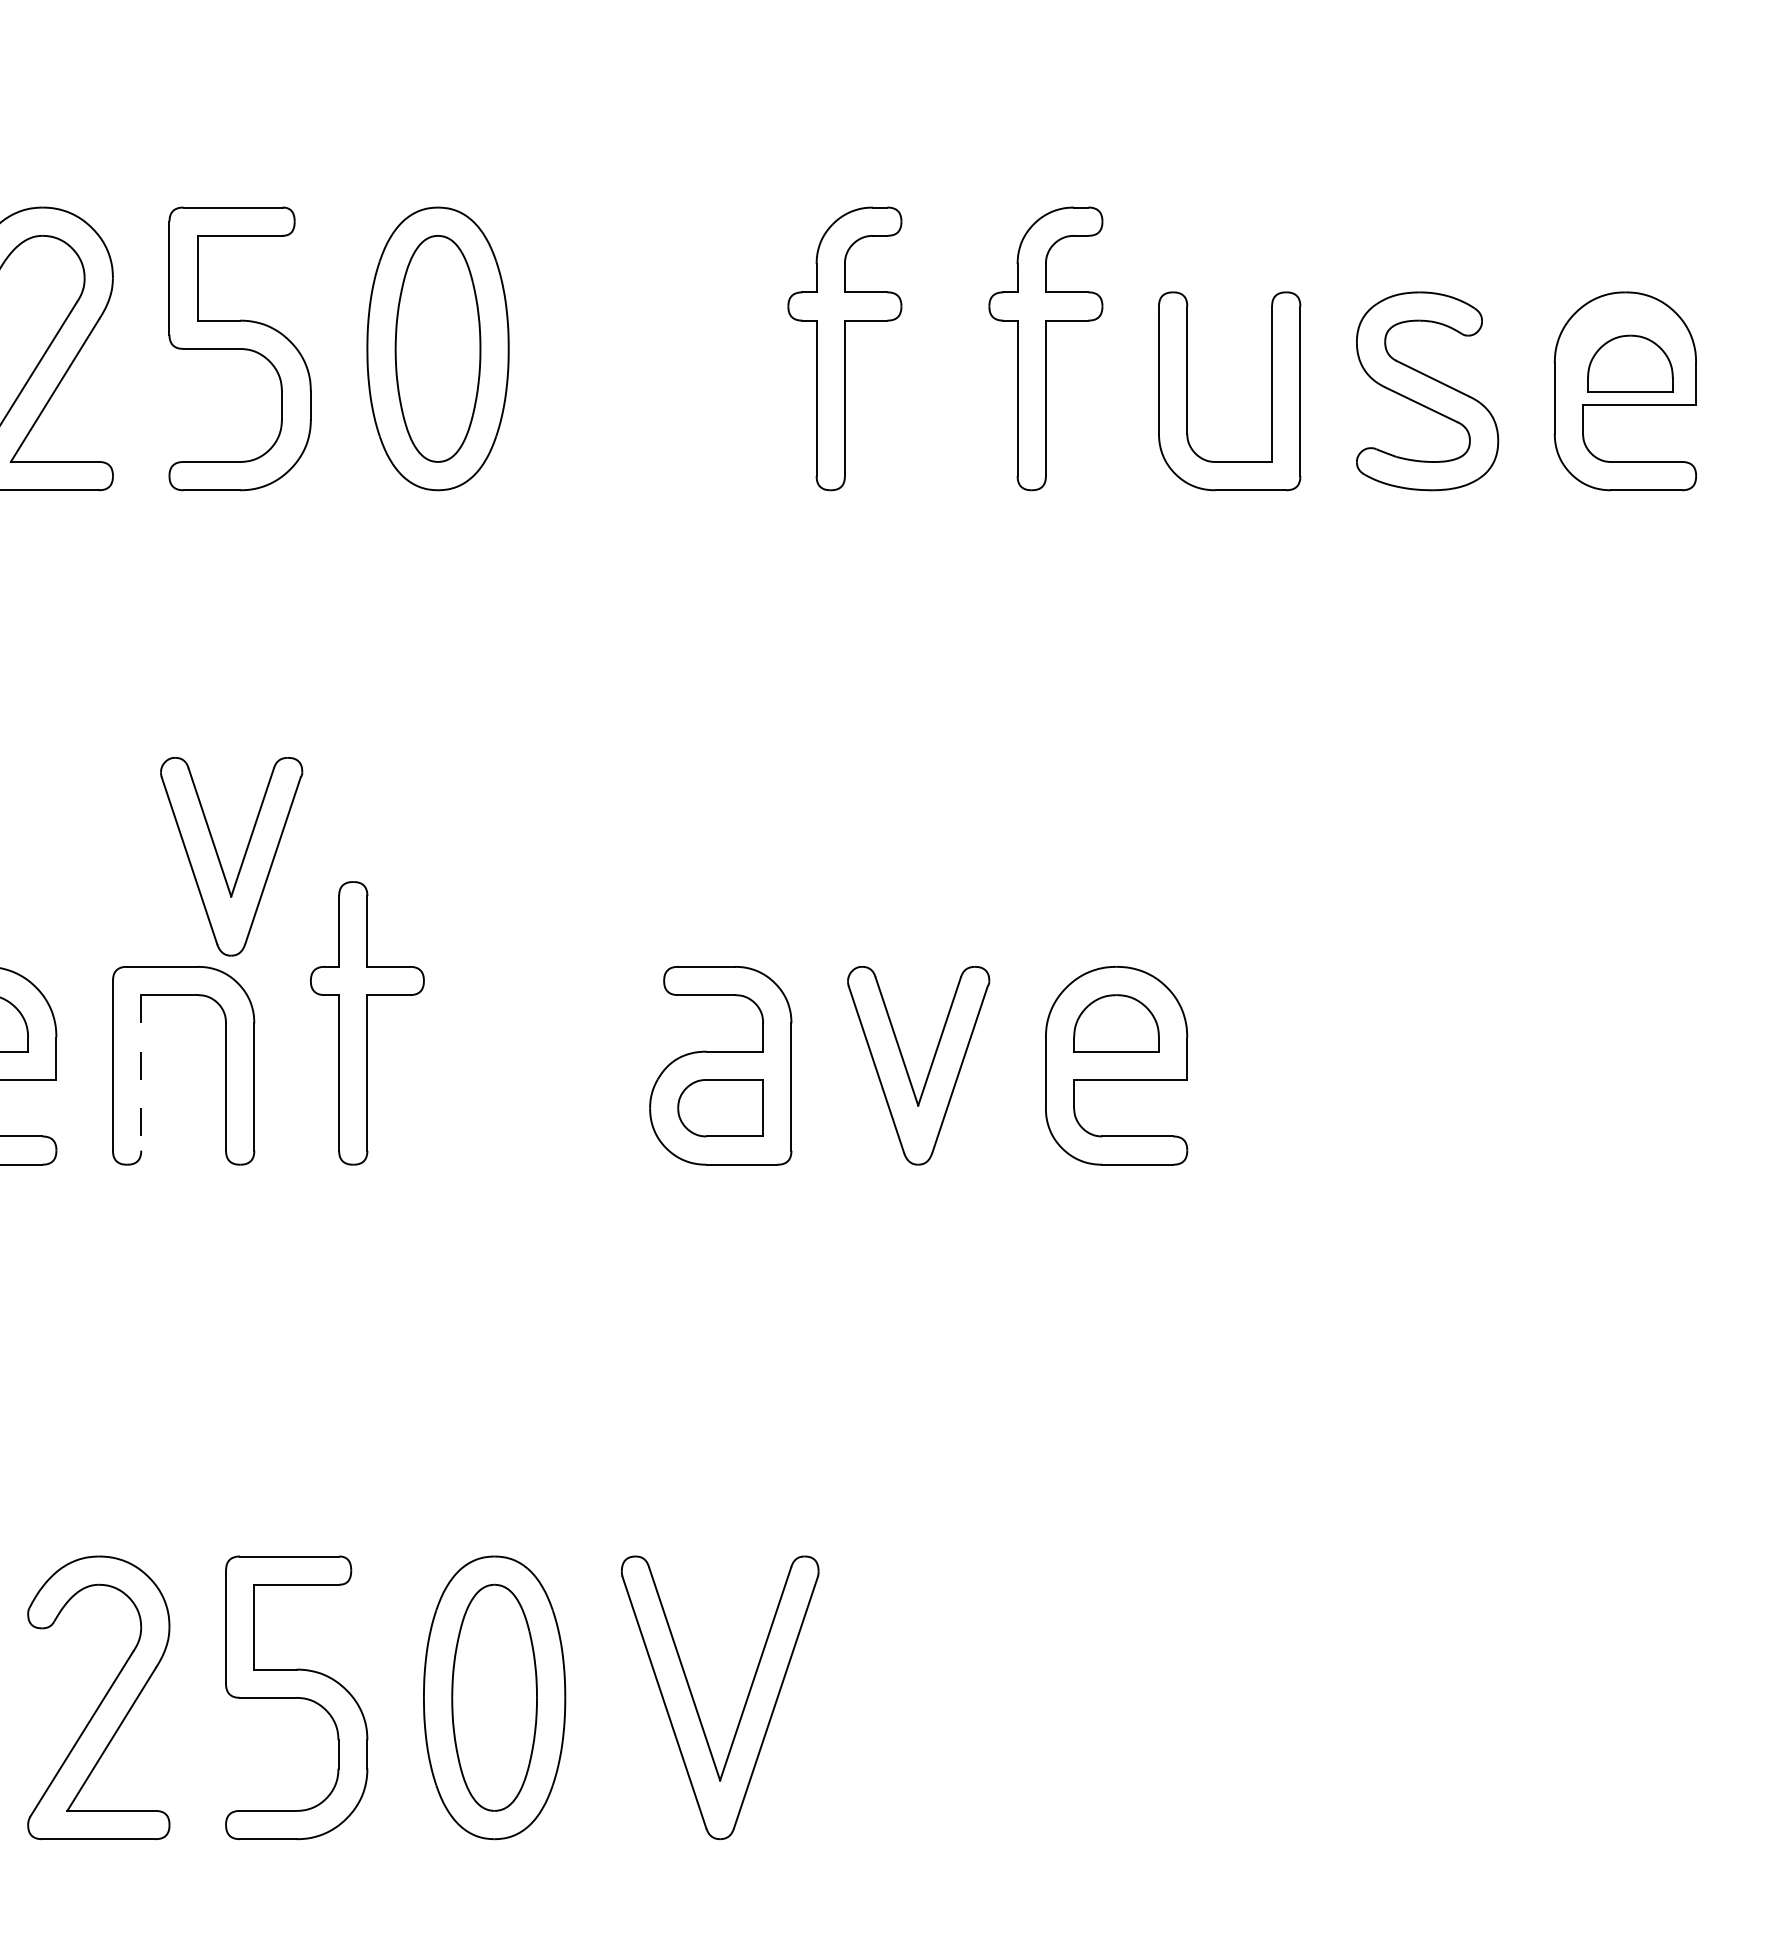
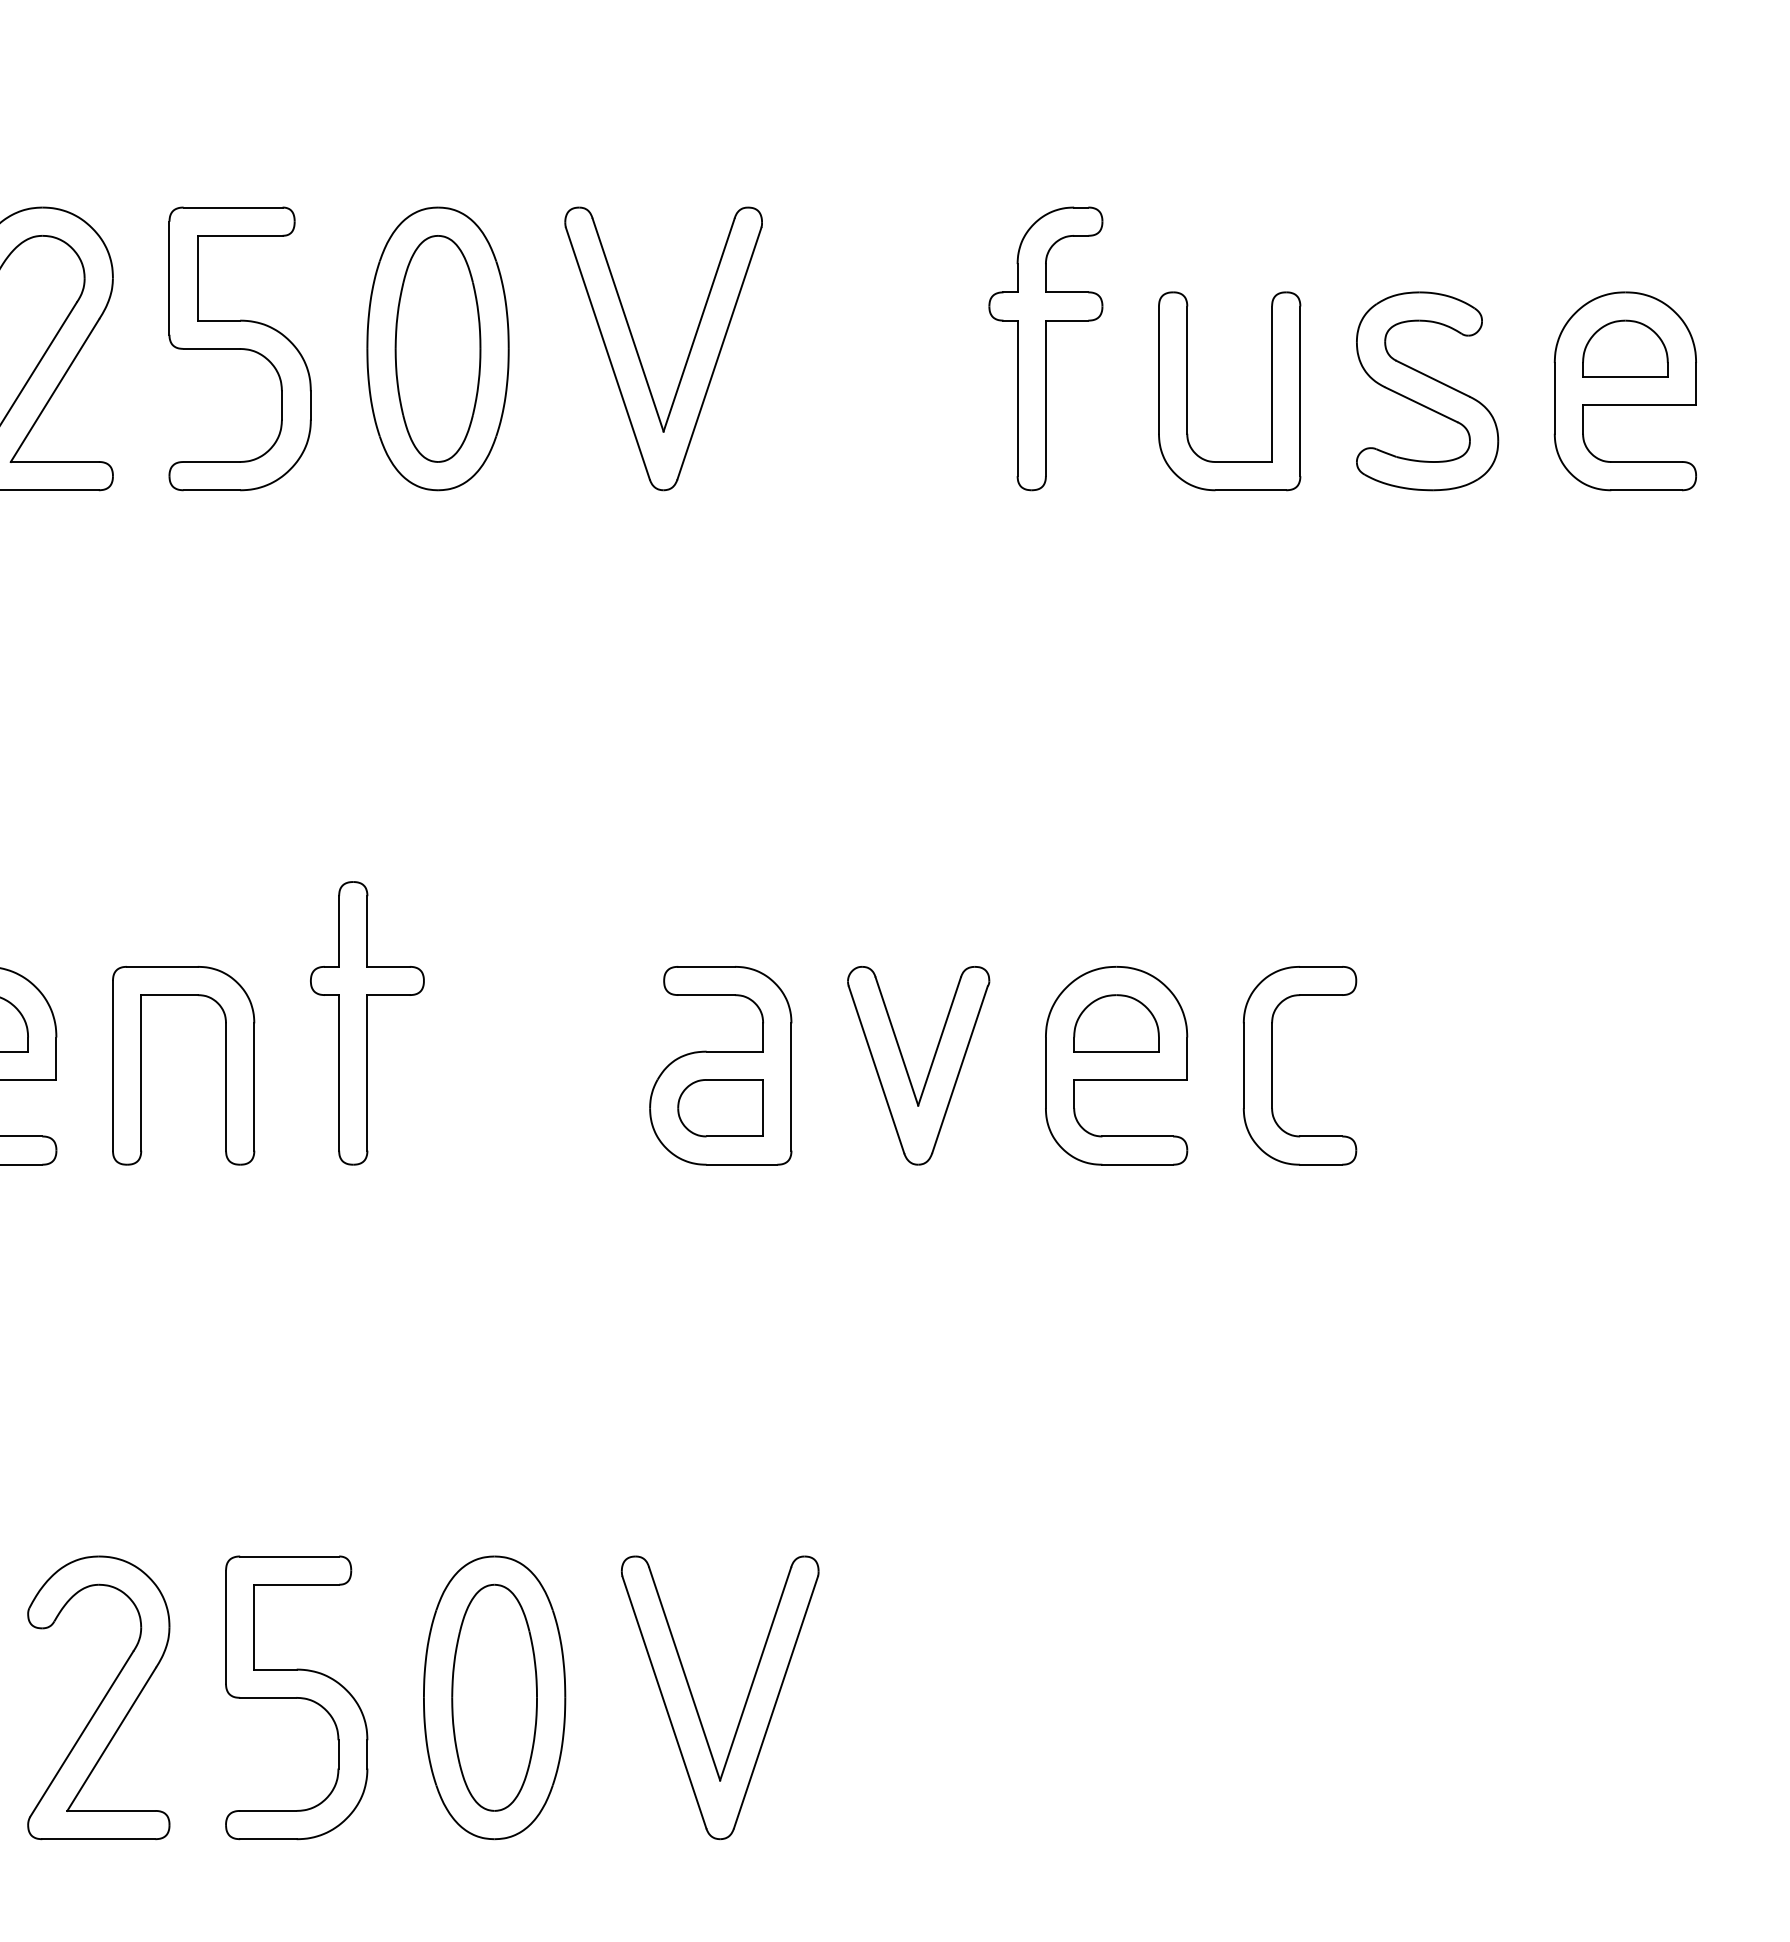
part at (844, 348): present -> none
part at (639, 355): none -> present
part at (1630, 363) position: (1630, 363) -> (1625, 348)
part at (242, 859): present -> none
part at (1272, 1065): none -> present
line at (141, 1072): dashed -> solid
